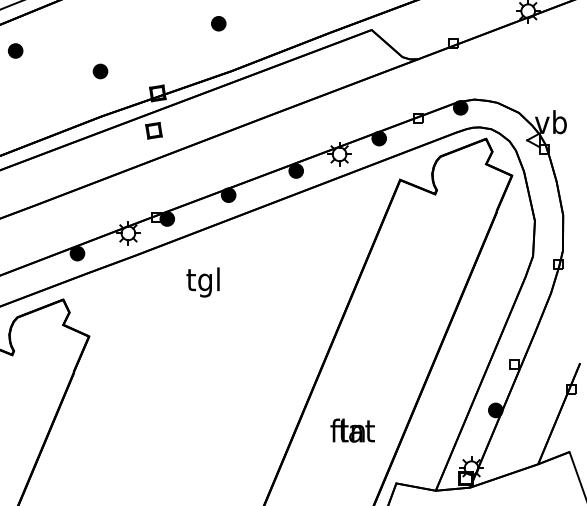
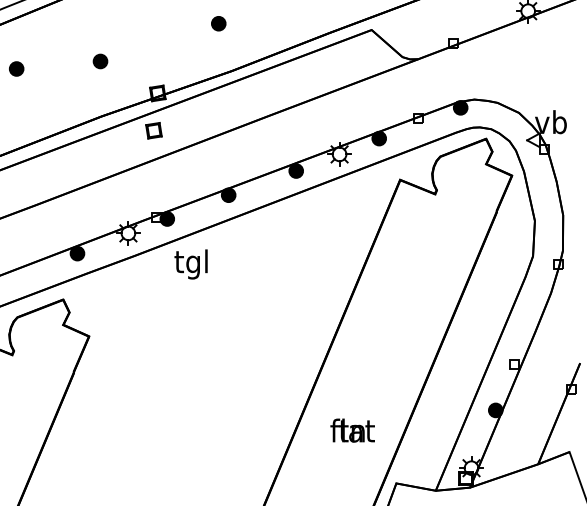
part at (15, 50) position: (15, 50) -> (16, 68)
part at (100, 71) position: (100, 71) -> (100, 61)
text at (202, 282) position: (202, 282) -> (190, 264)
